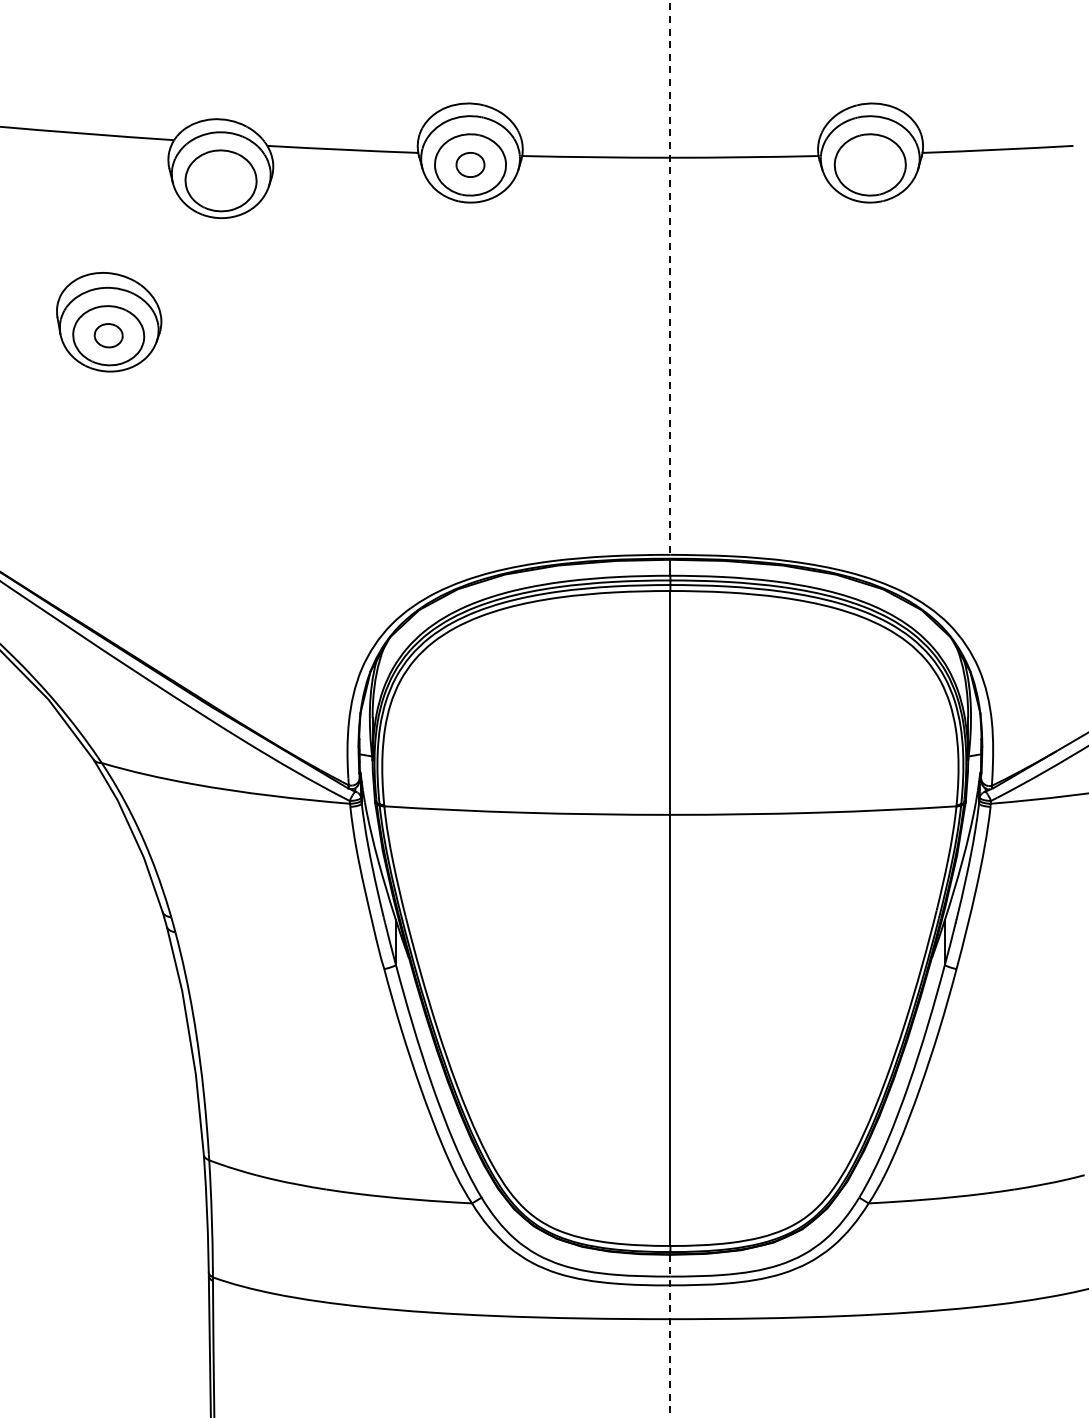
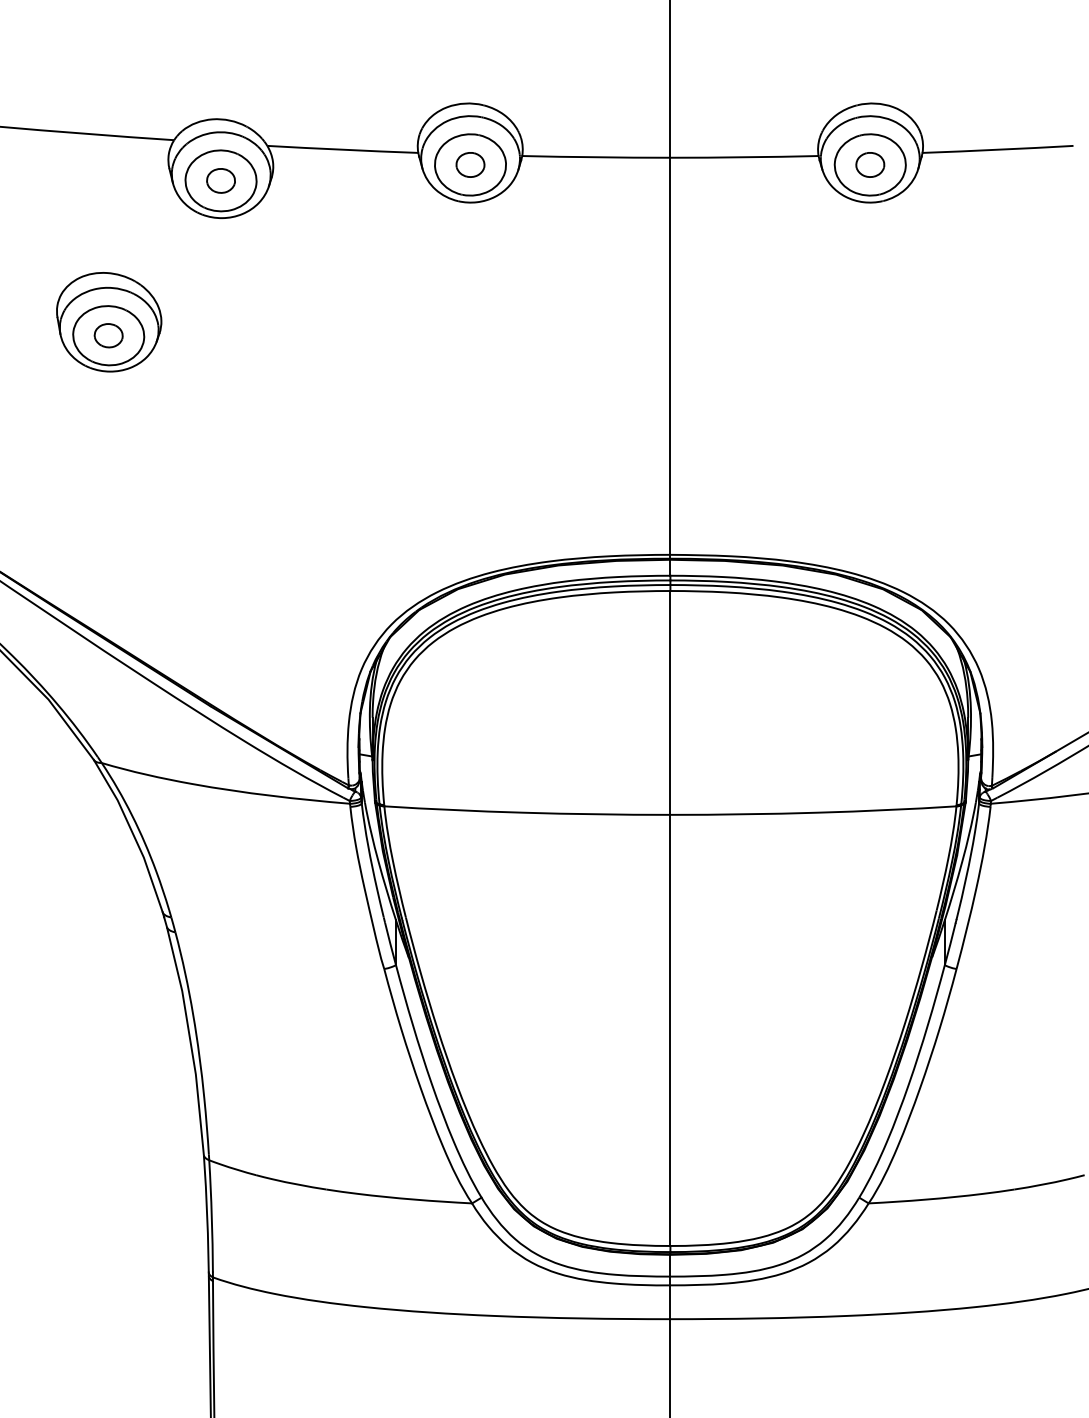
part at (870, 164): none -> present
part at (220, 180): none -> present
line at (670, 280): dashed -> solid
line at (670, 1336): dashed -> solid
